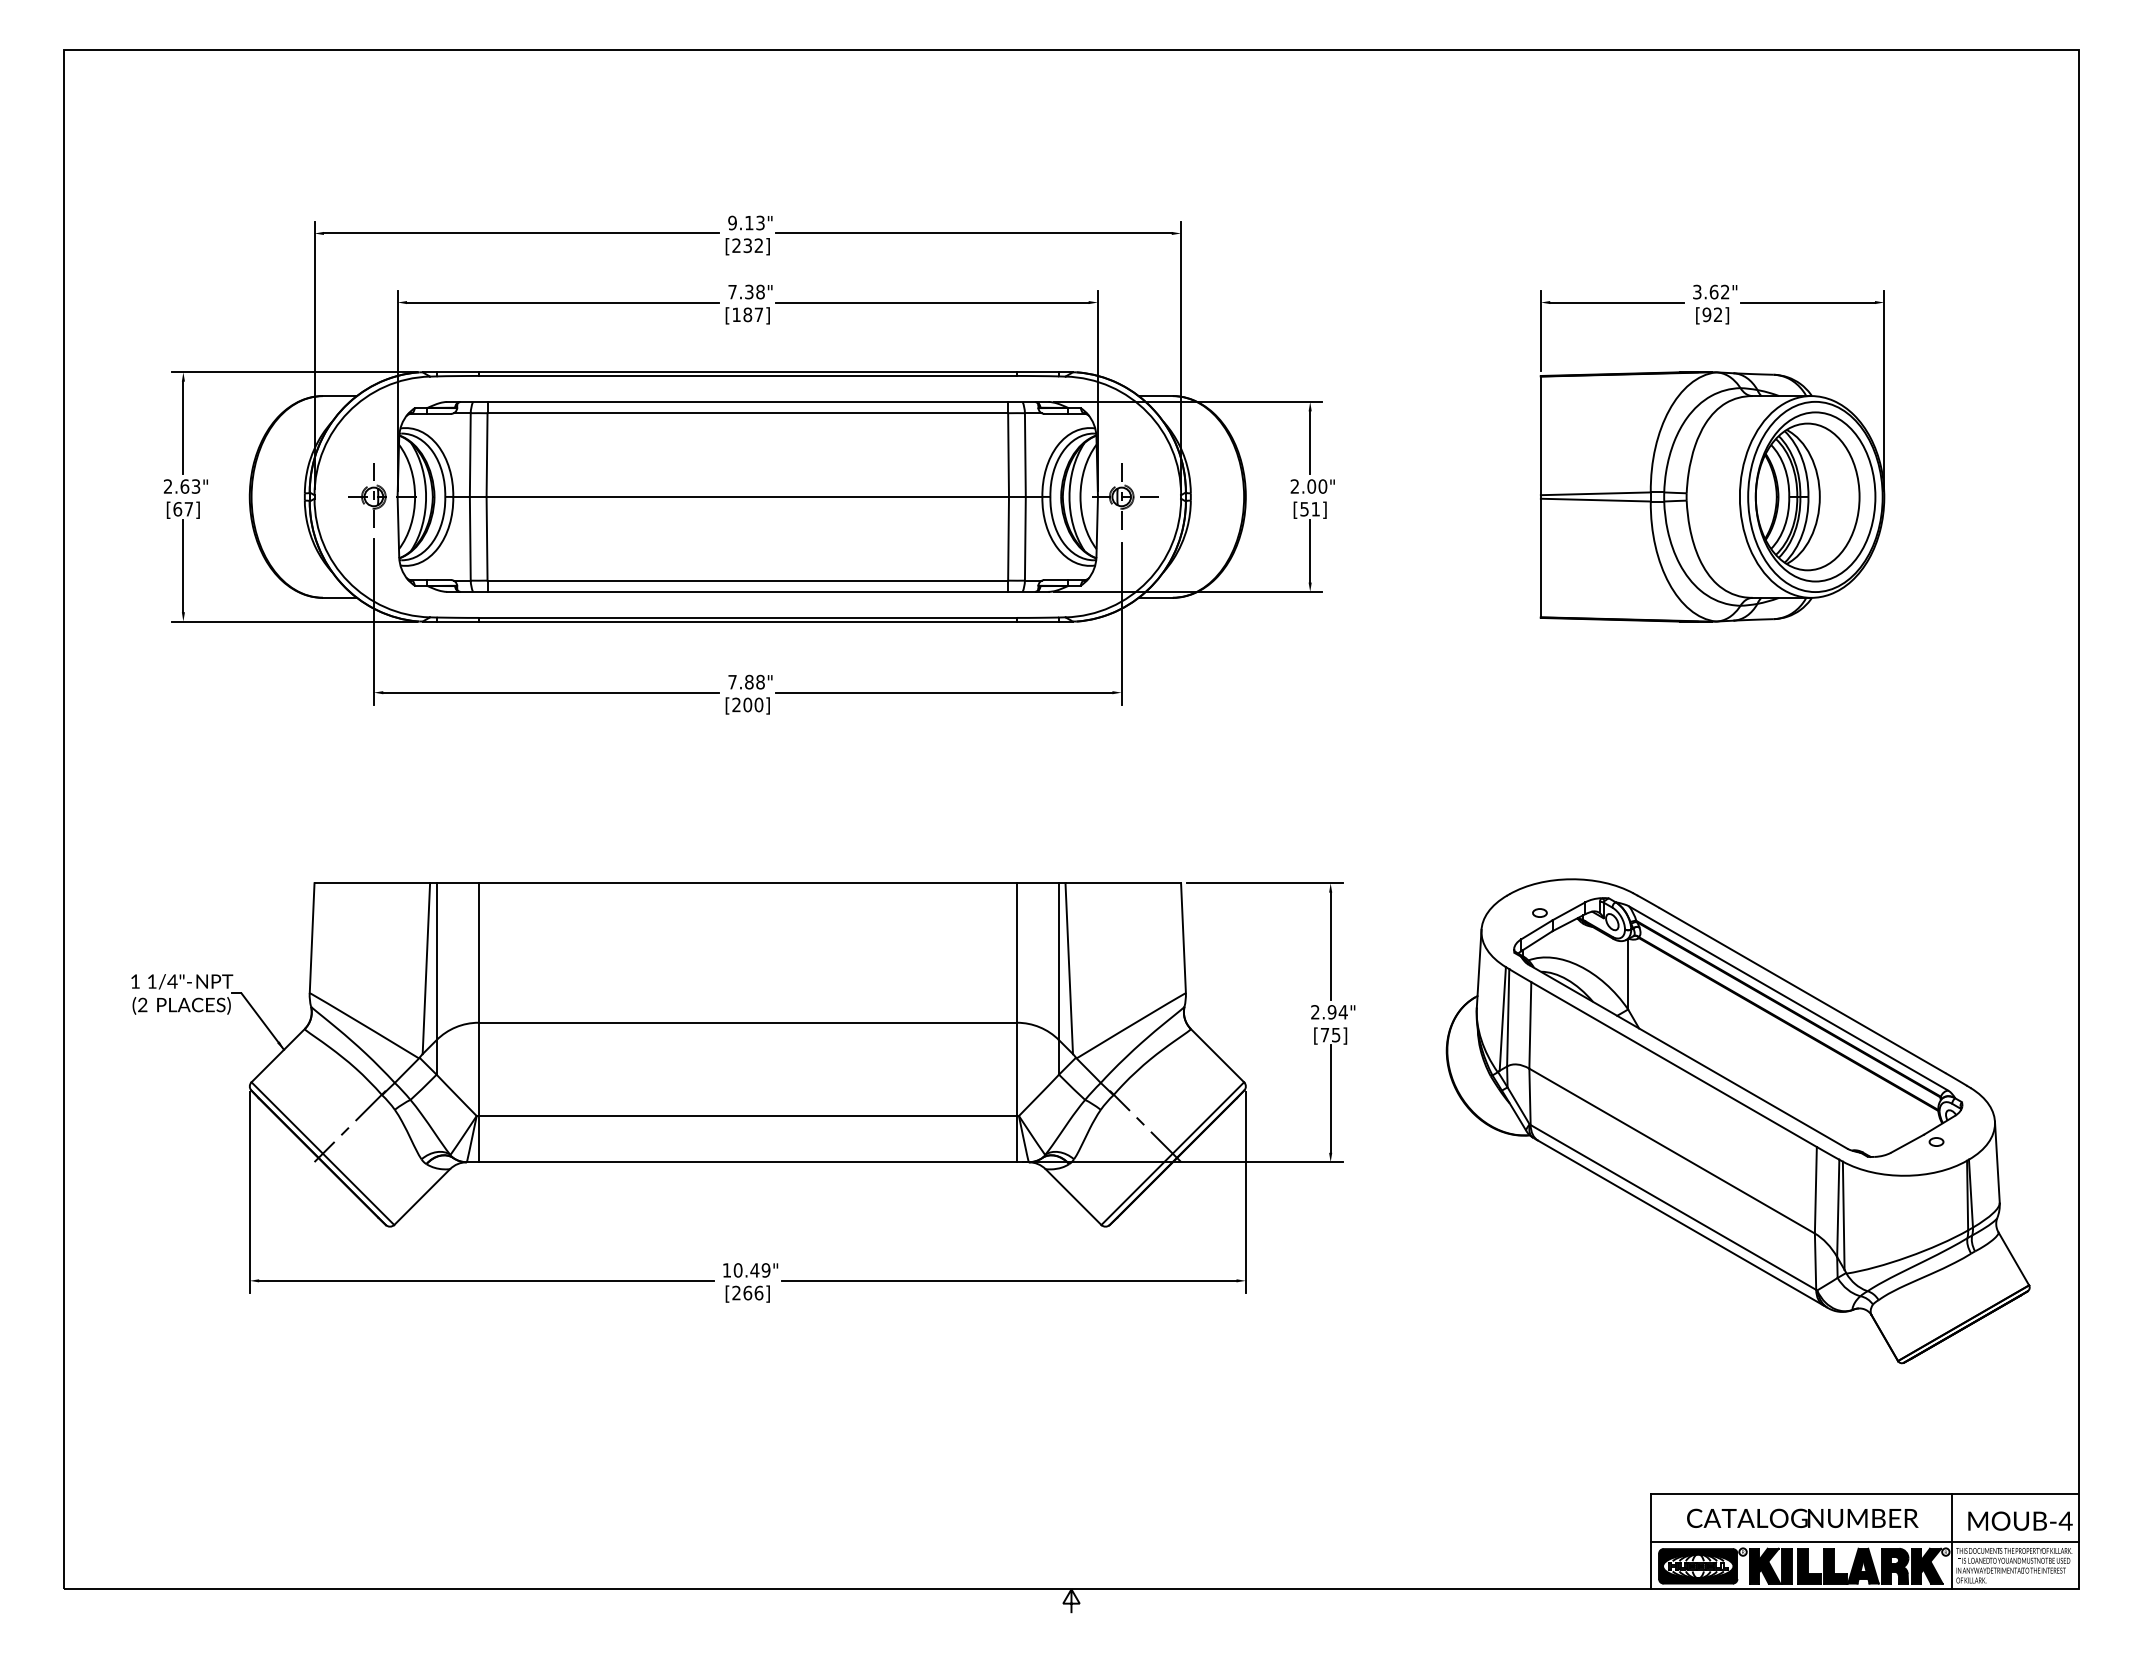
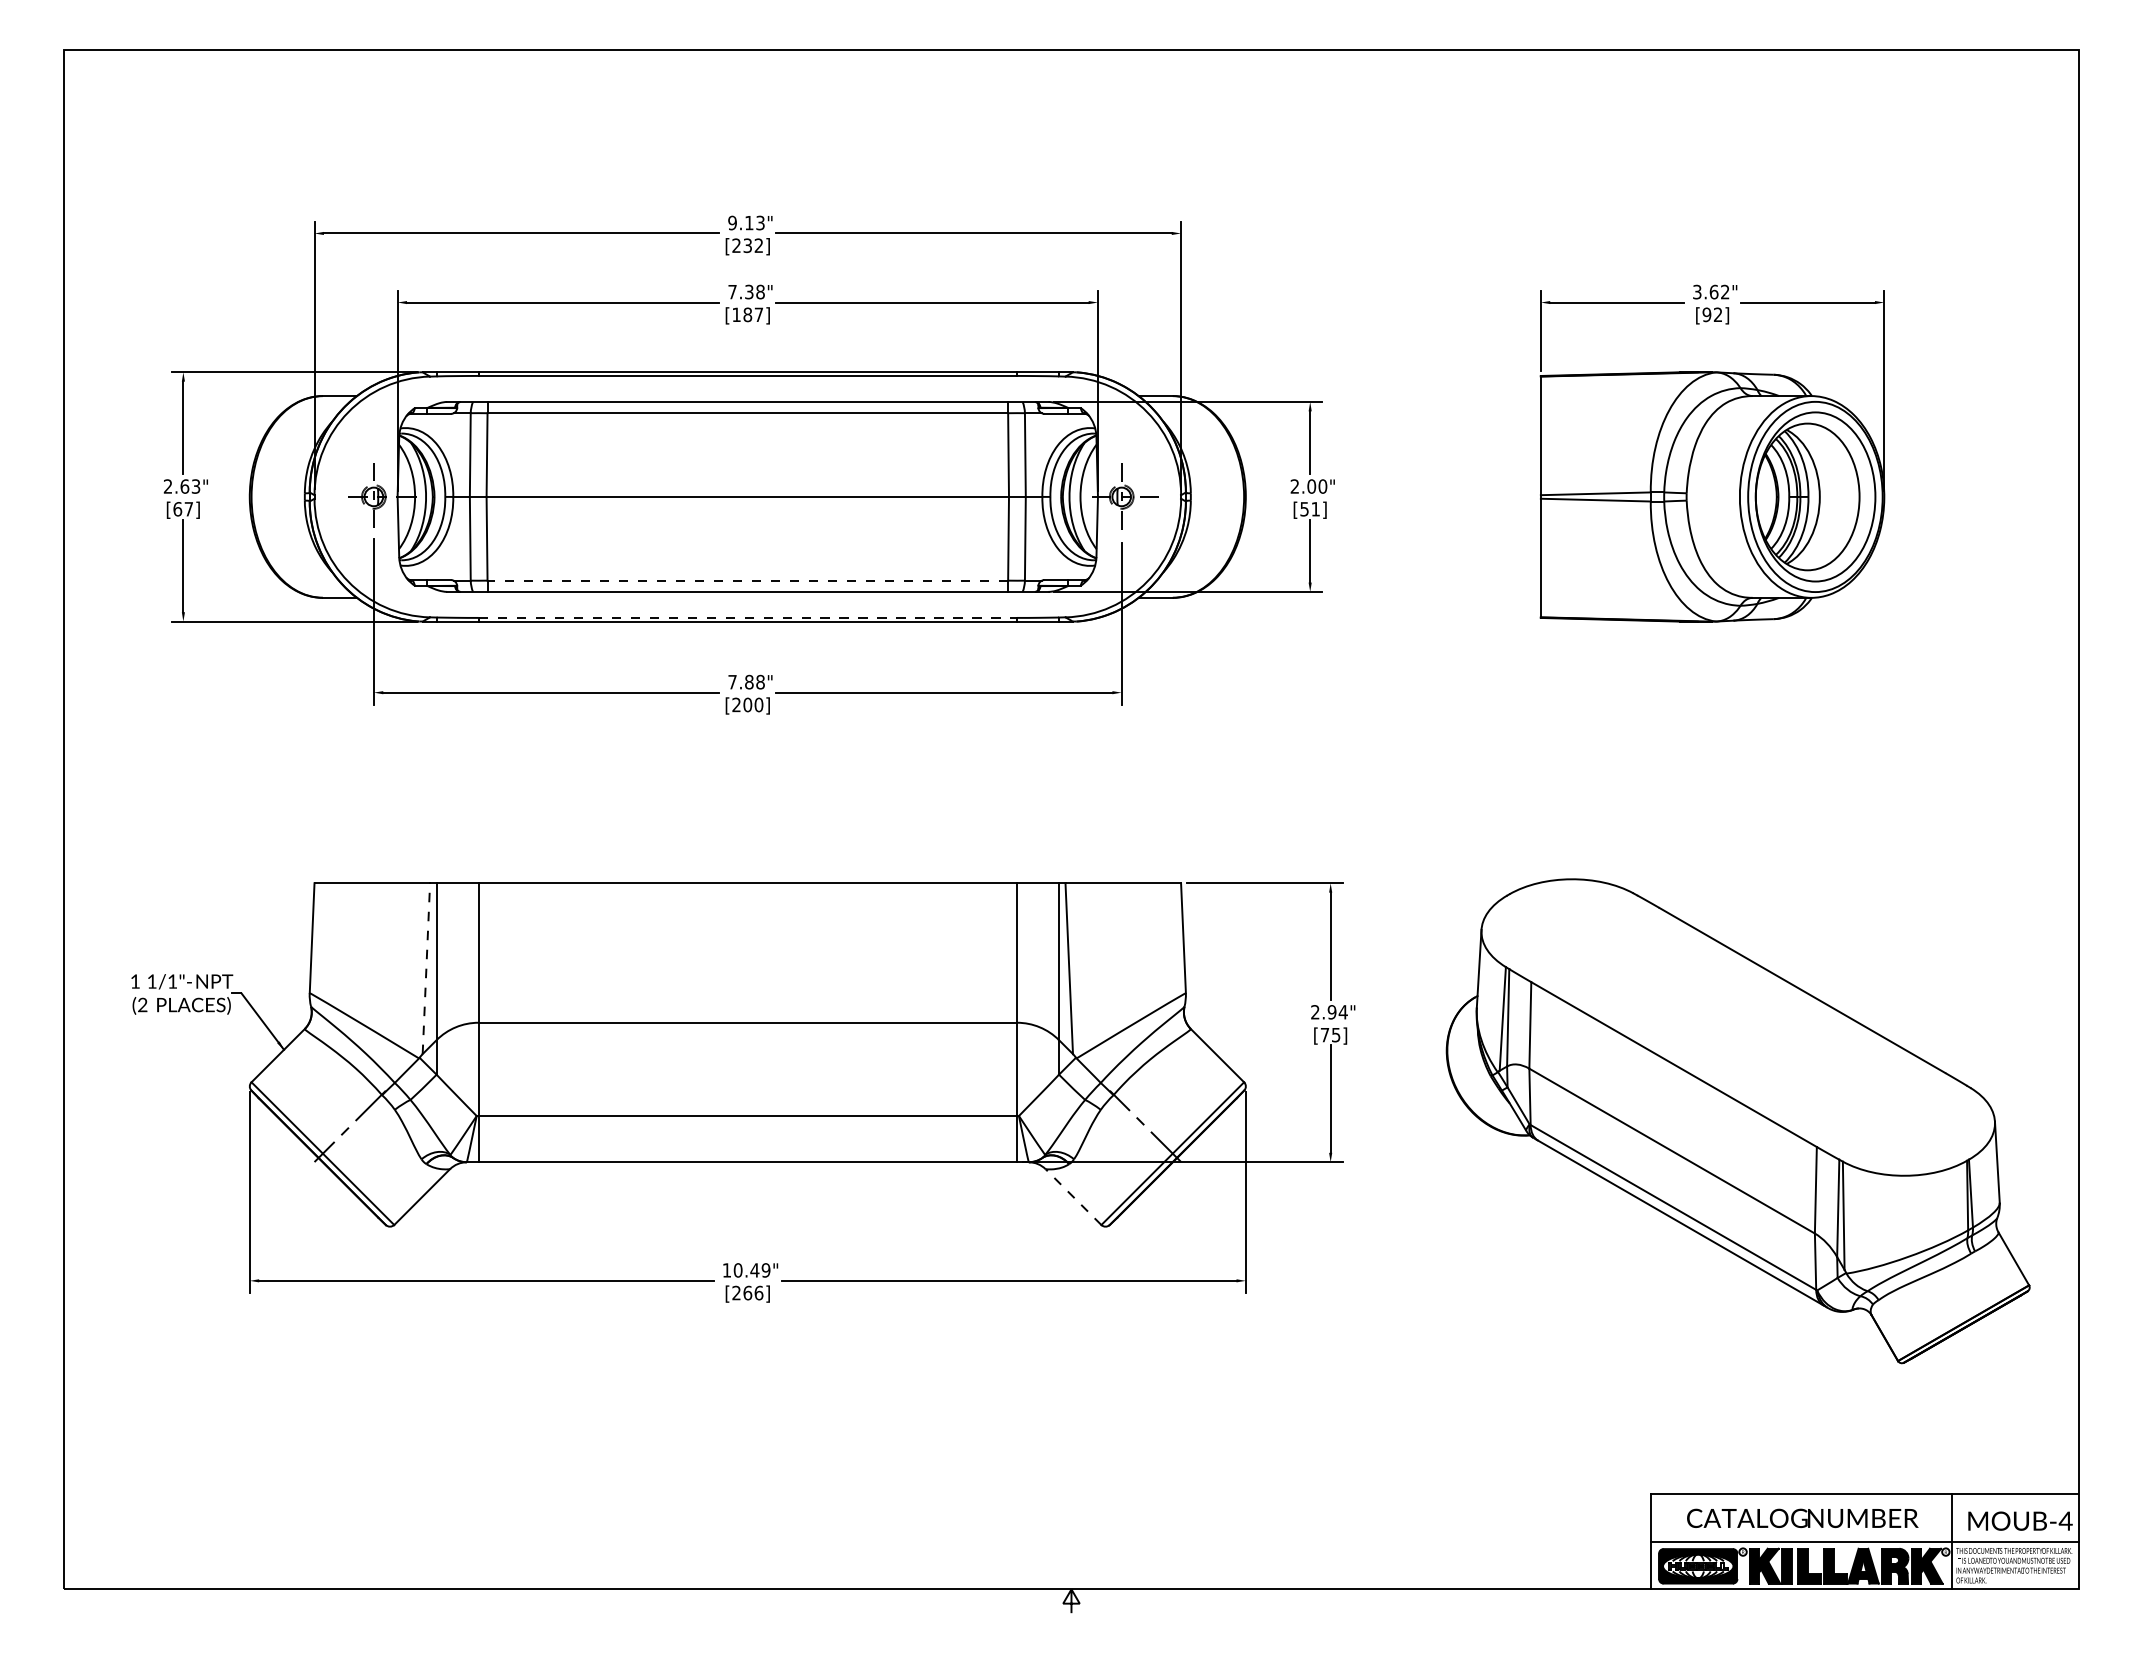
line at (747, 580): solid -> dashed
line at (748, 617): solid -> dashed
line at (426, 968): solid -> dashed
text at (172, 981): 1/4"- -> 1/1"-
part at (1738, 1027): present -> none
line at (1073, 1196): solid -> dashed
